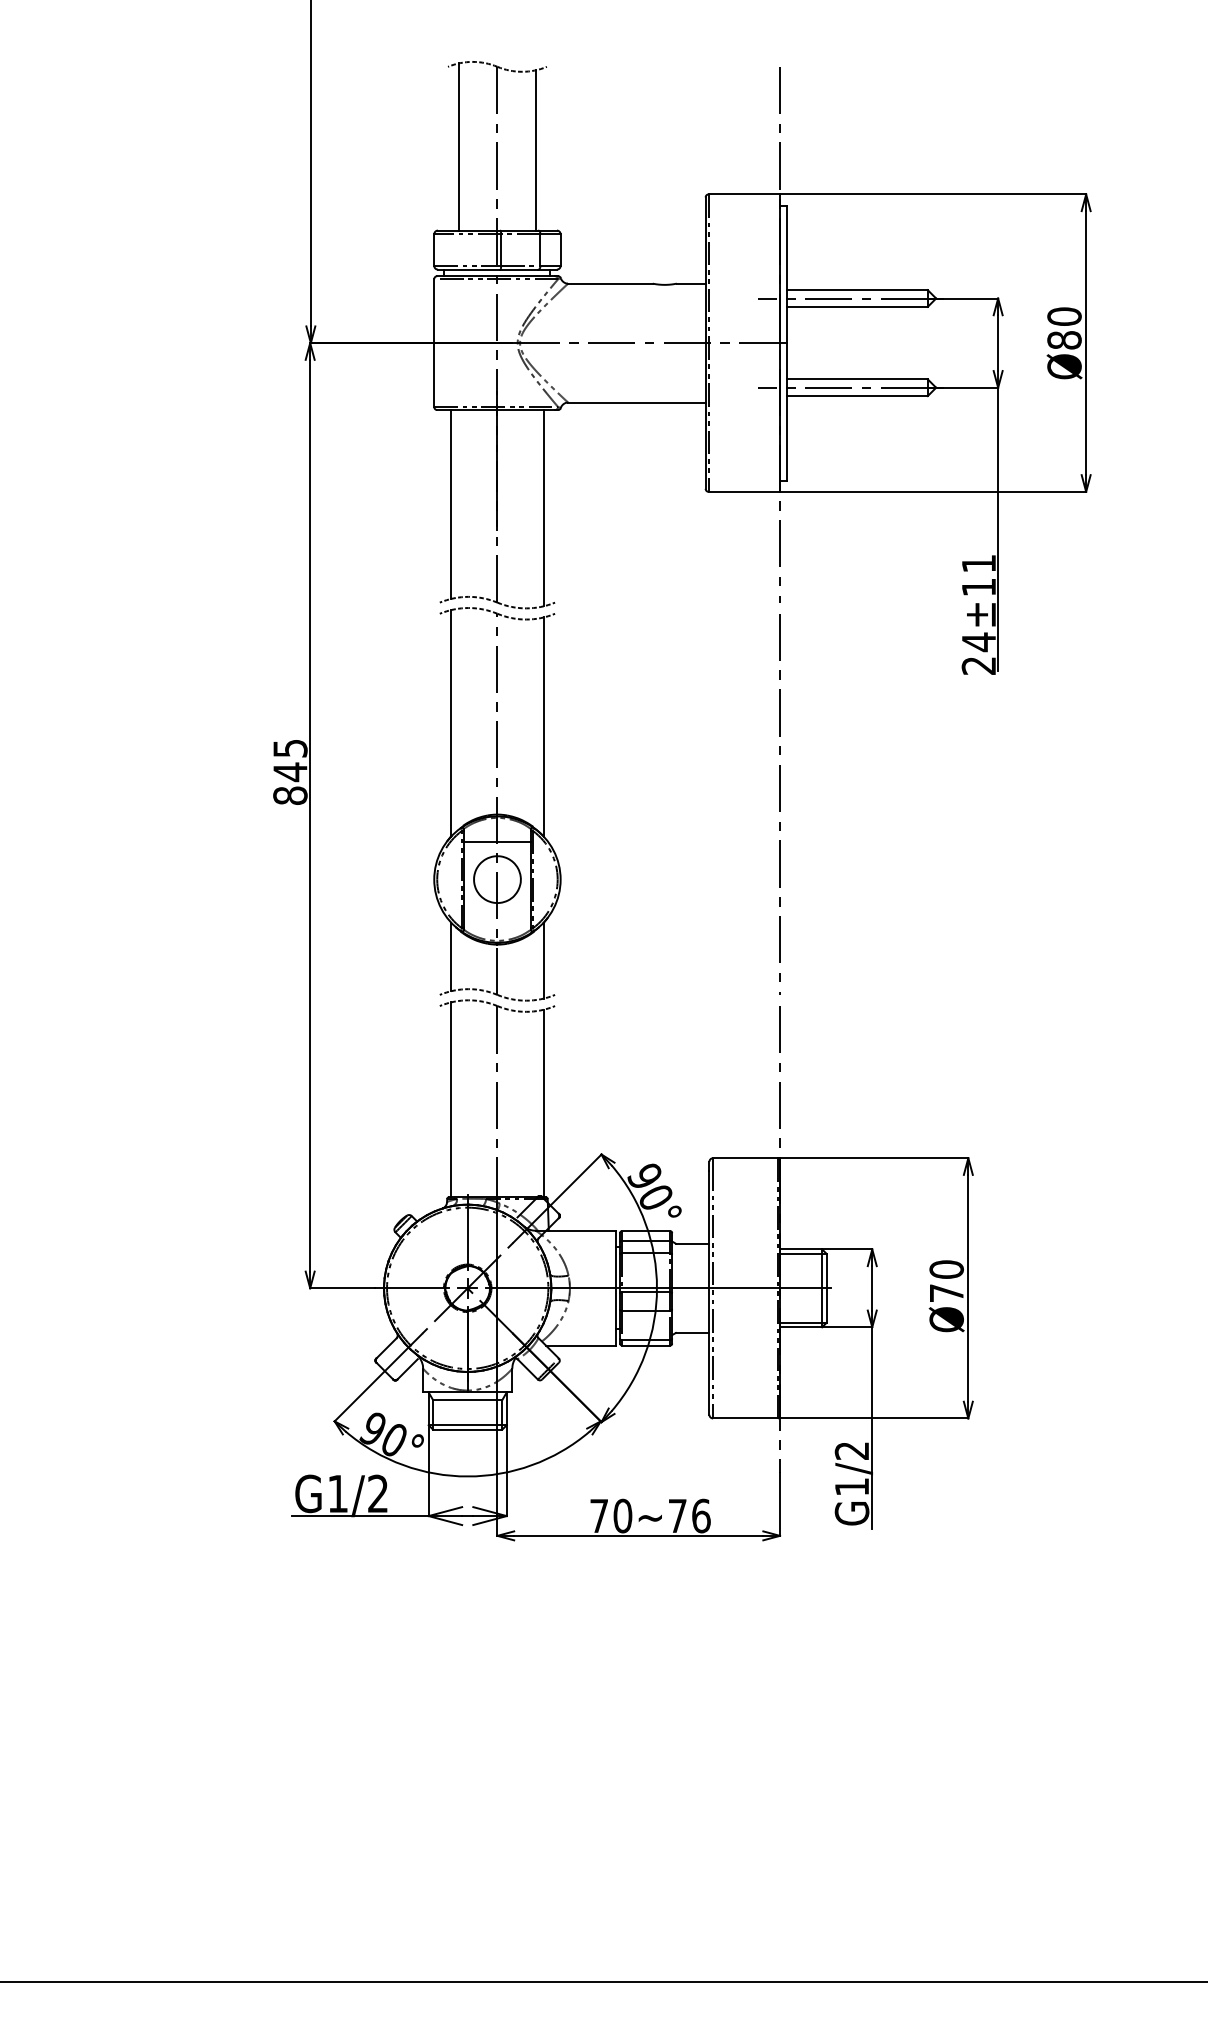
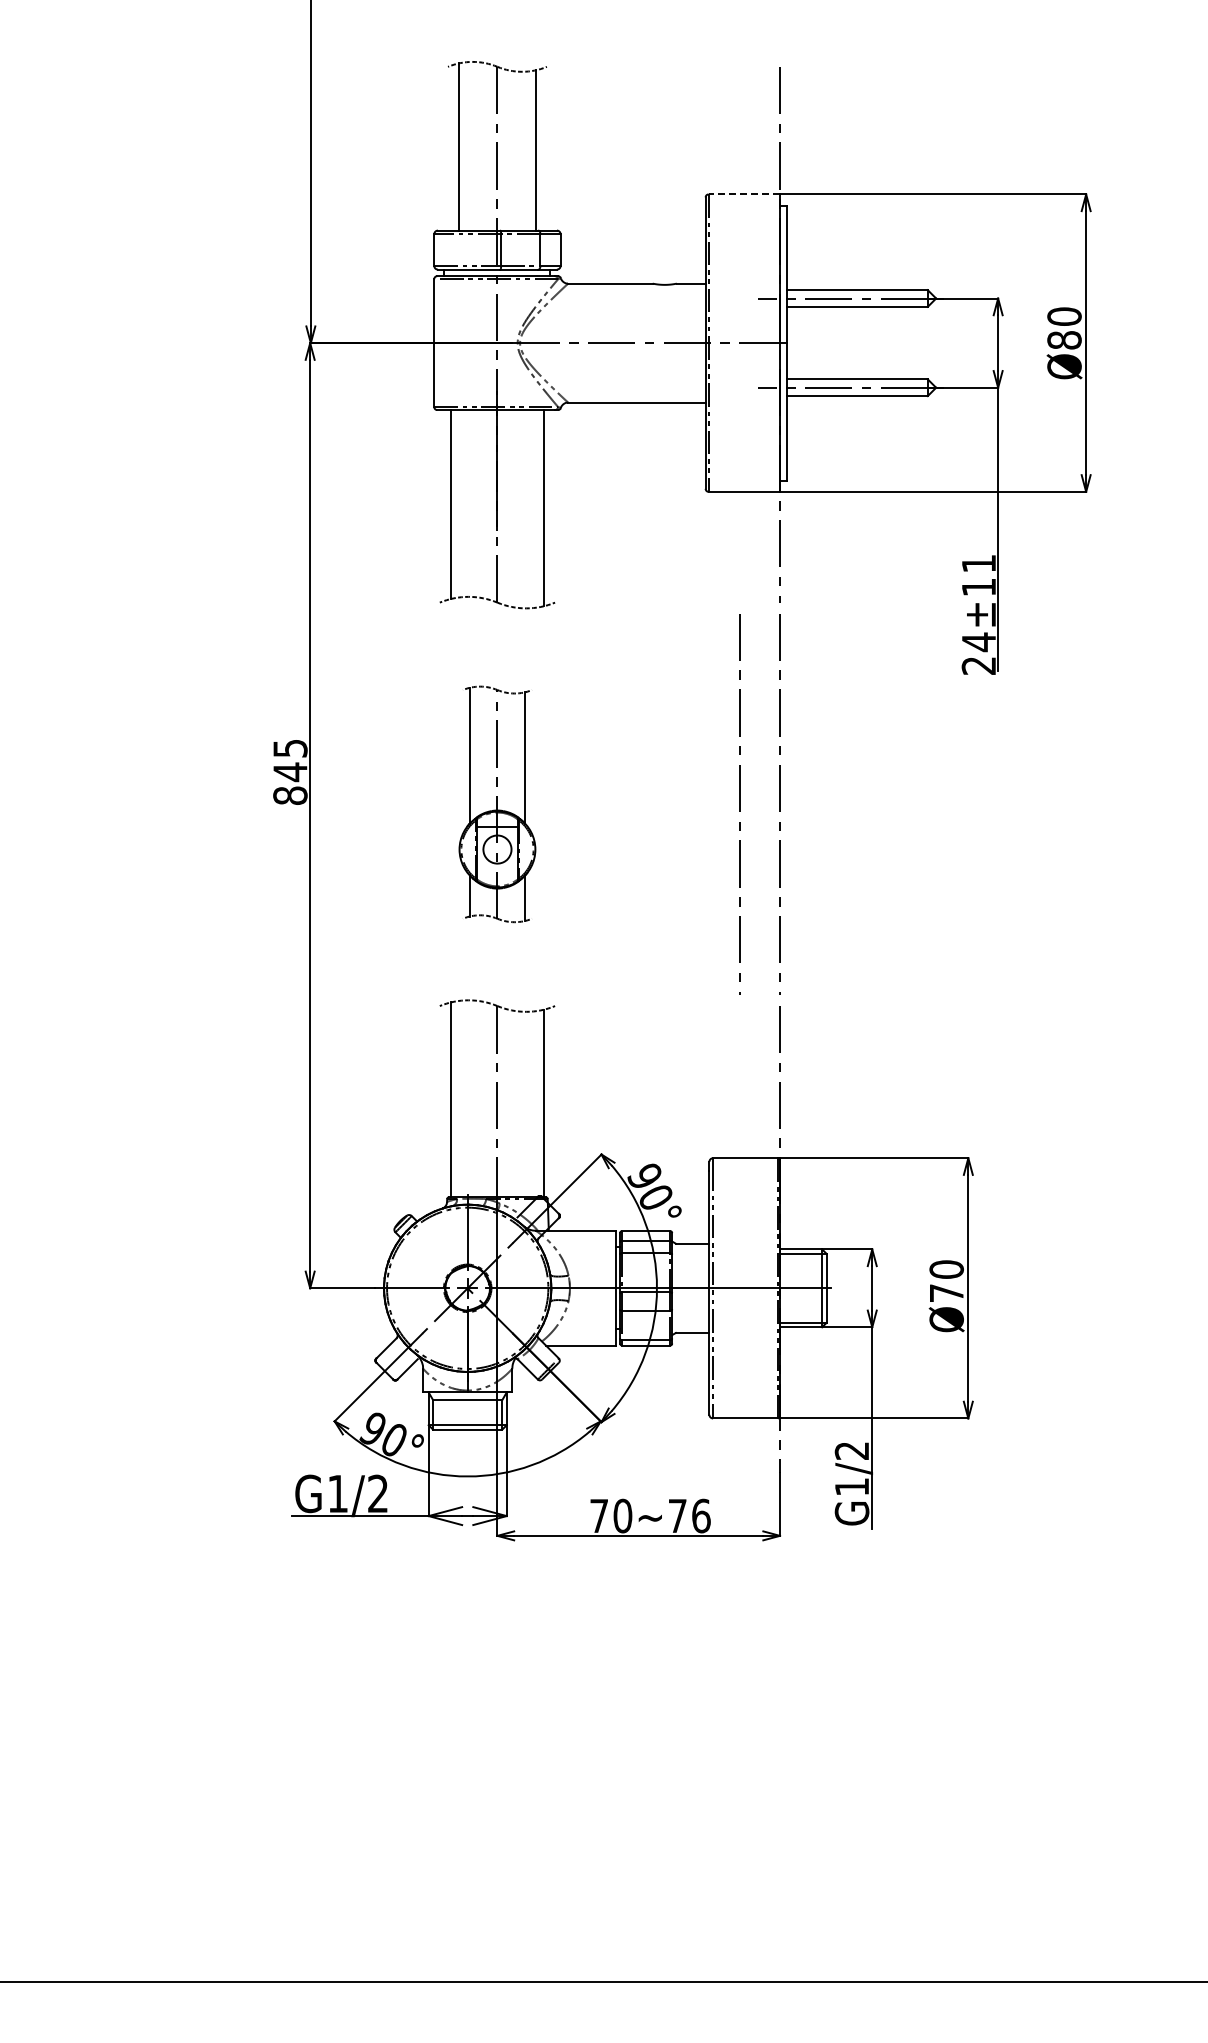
line at (744, 194): solid -> dashed
part at (497, 804) size: 129x395 px -> 79x239 px
line at (739, 804): none -> present
